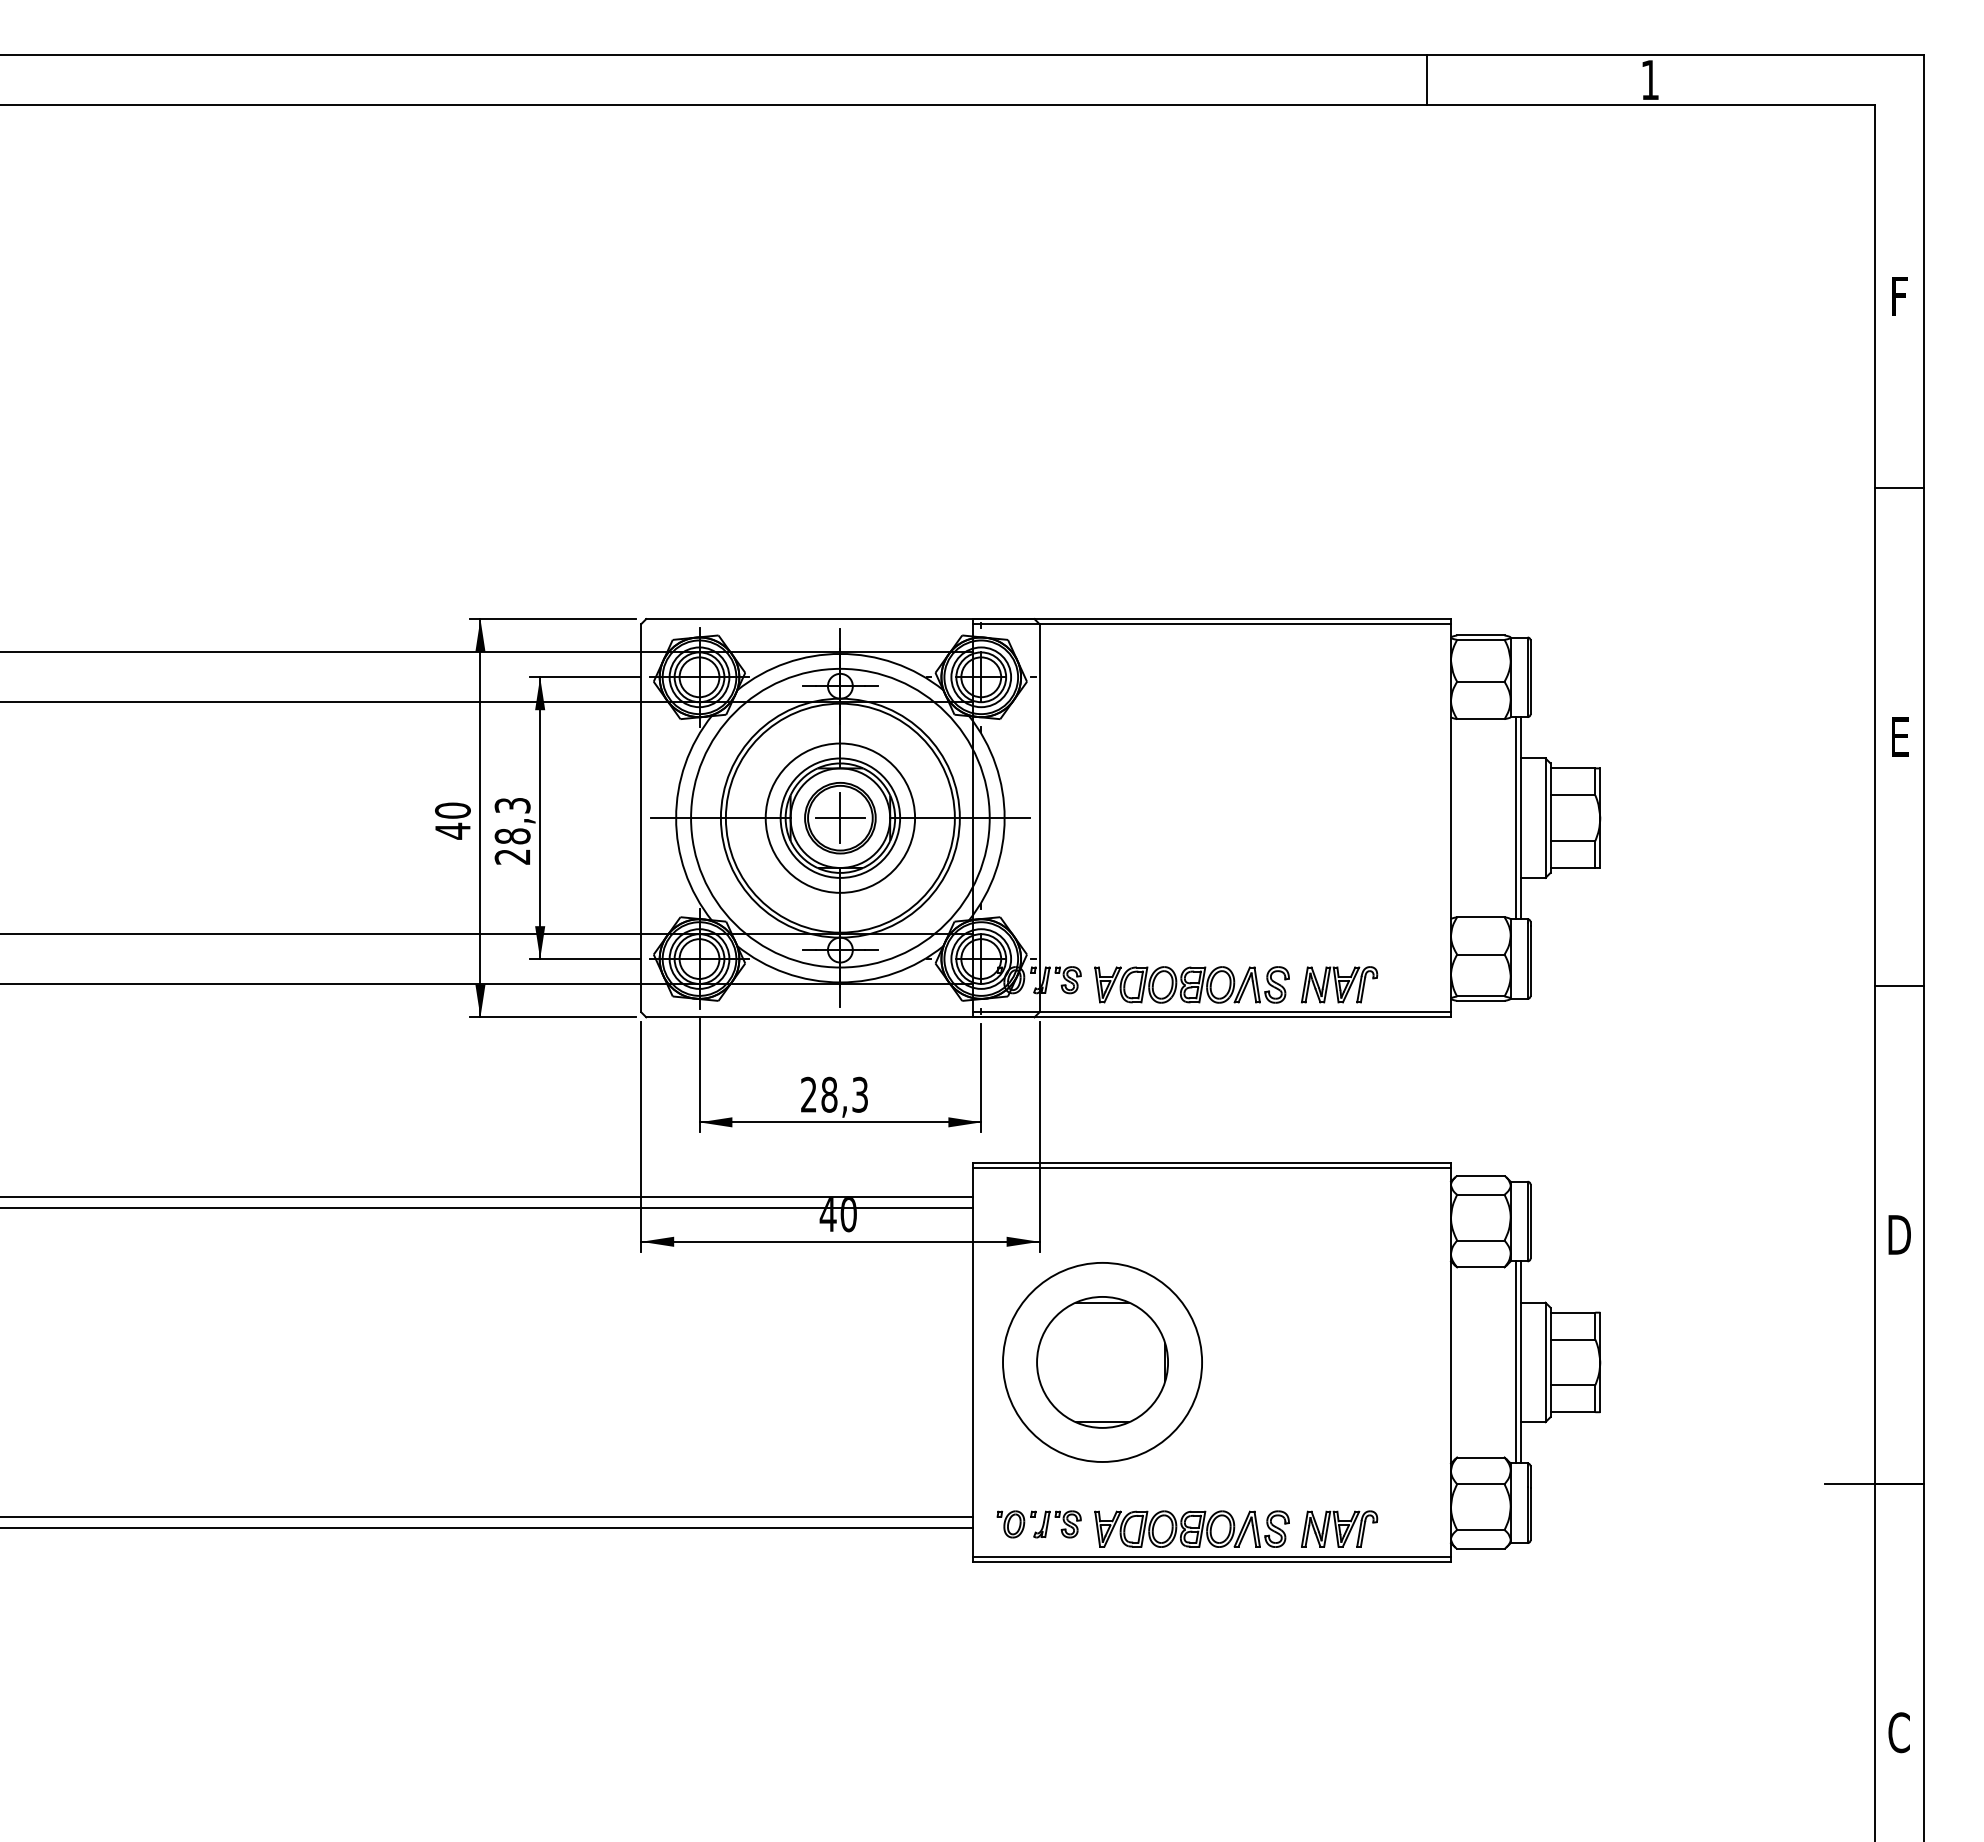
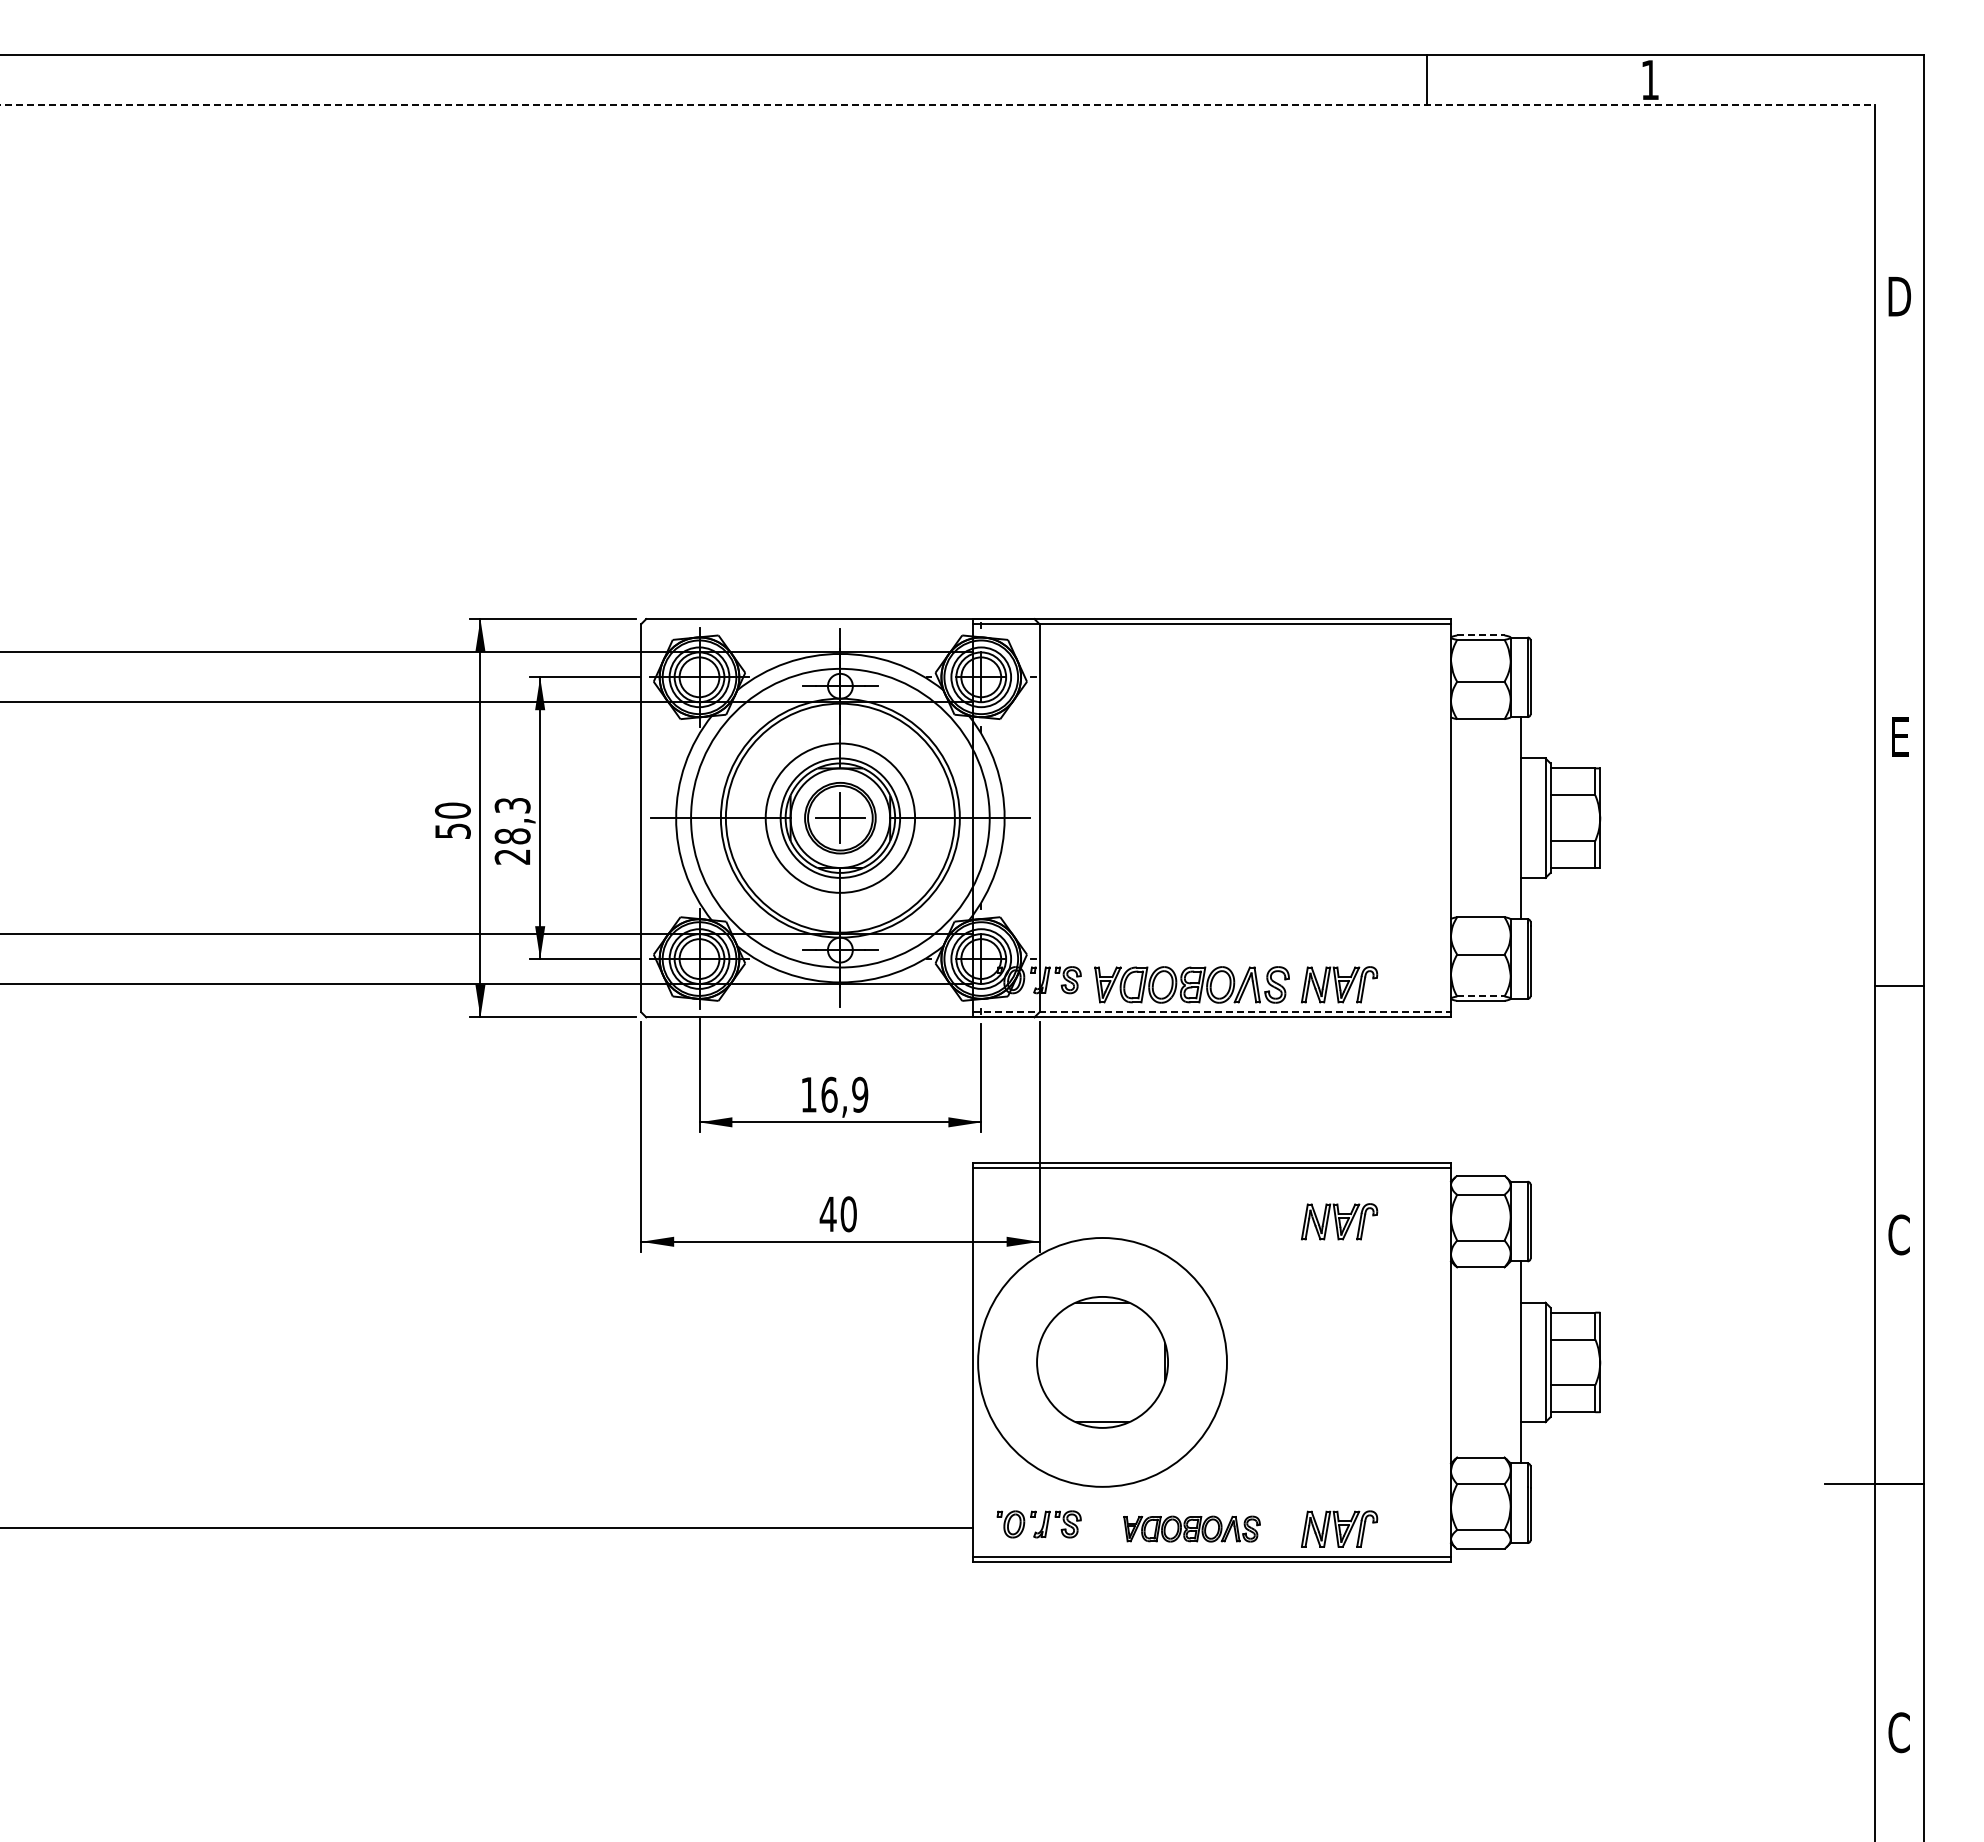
line at (937, 104): solid -> dashed
text at (1899, 296): F -> D
line at (1899, 488): present -> none
line at (1480, 635): solid -> dashed
line at (1515, 818): present -> none
text at (452, 830): 40 -> 50
line at (1480, 996): solid -> dashed
line at (1212, 1012): solid -> dashed
text at (834, 1094): 28,3 -> 16,9
line at (487, 1196): present -> none
line at (487, 1208): present -> none
part at (1339, 1221): none -> present
text at (1899, 1234): D -> C
circle at (1102, 1361) diameter: 199 px -> 249 px
line at (1515, 1362): present -> none
line at (487, 1516): present -> none
part at (1191, 1528) size: 196x38 px -> 138x28 px
